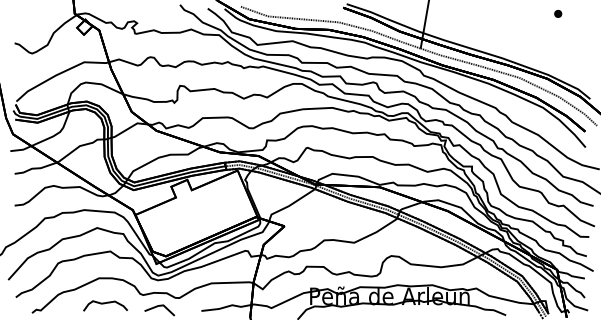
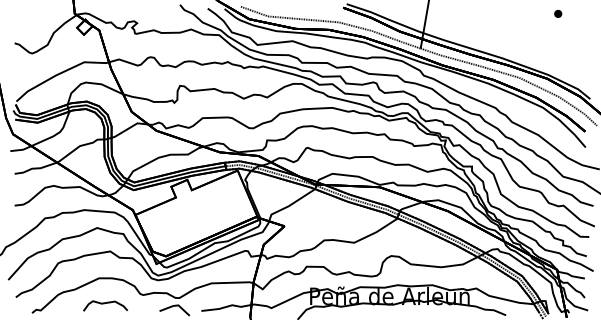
line at (157, 307) position: (157, 307) -> (172, 307)
